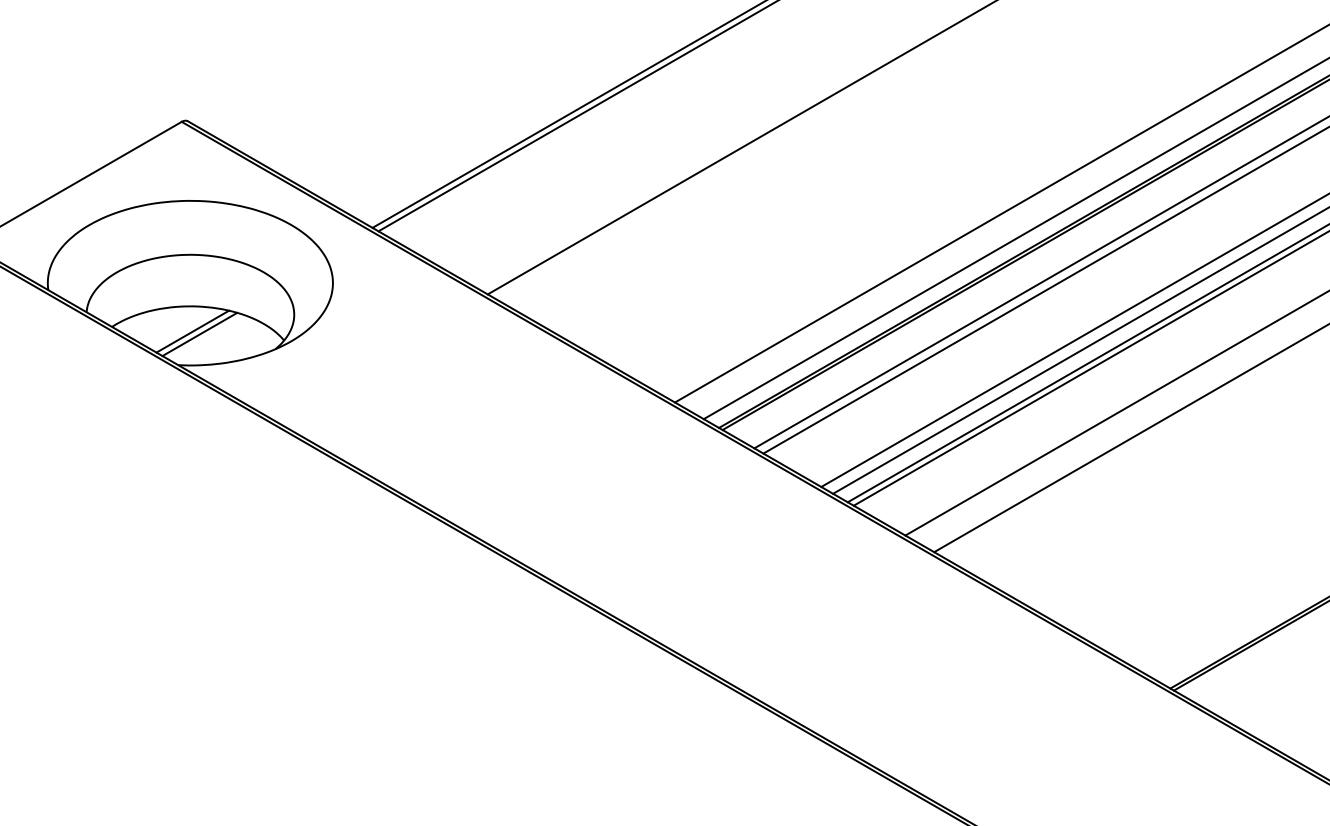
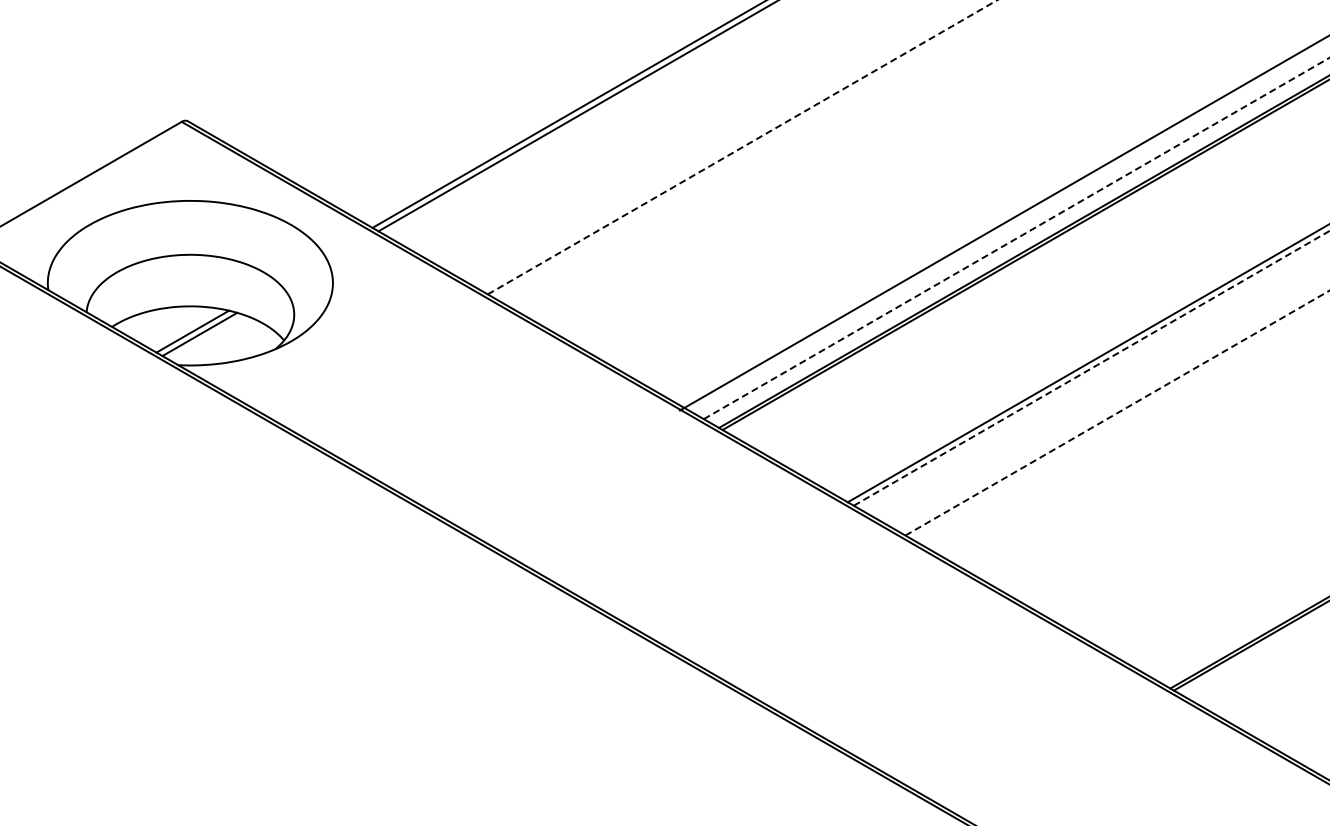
line at (742, 147): solid -> dashed
line at (1000, 214) position: (1000, 214) -> (1002, 223)
line at (1017, 238): solid -> dashed
line at (1040, 282): present -> none
line at (1044, 290): present -> none
line at (1073, 340): present -> none
line at (1079, 350): present -> none
line at (1091, 368): solid -> dashed
line at (1117, 413): solid -> dashed
line at (1130, 438): present -> none
